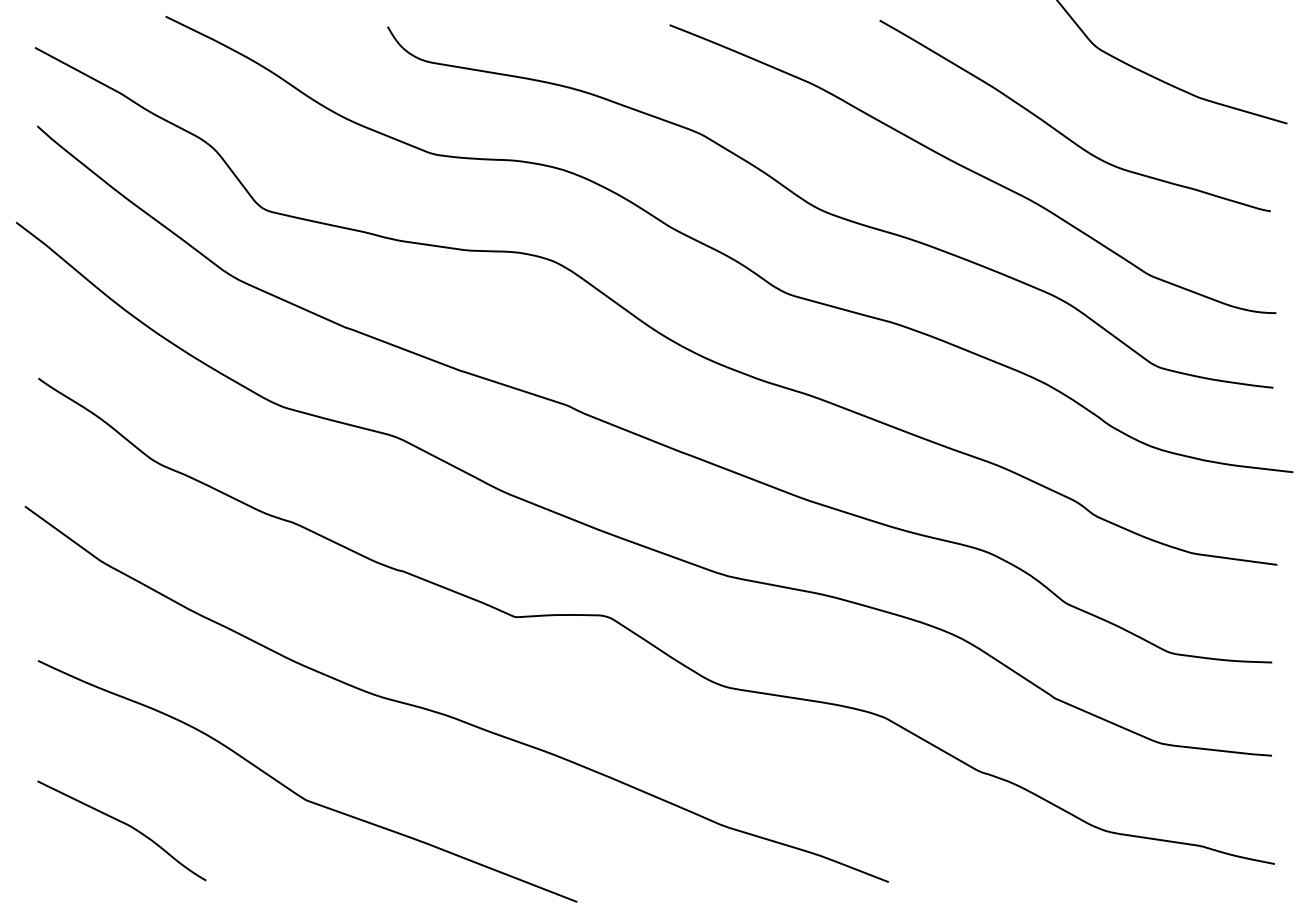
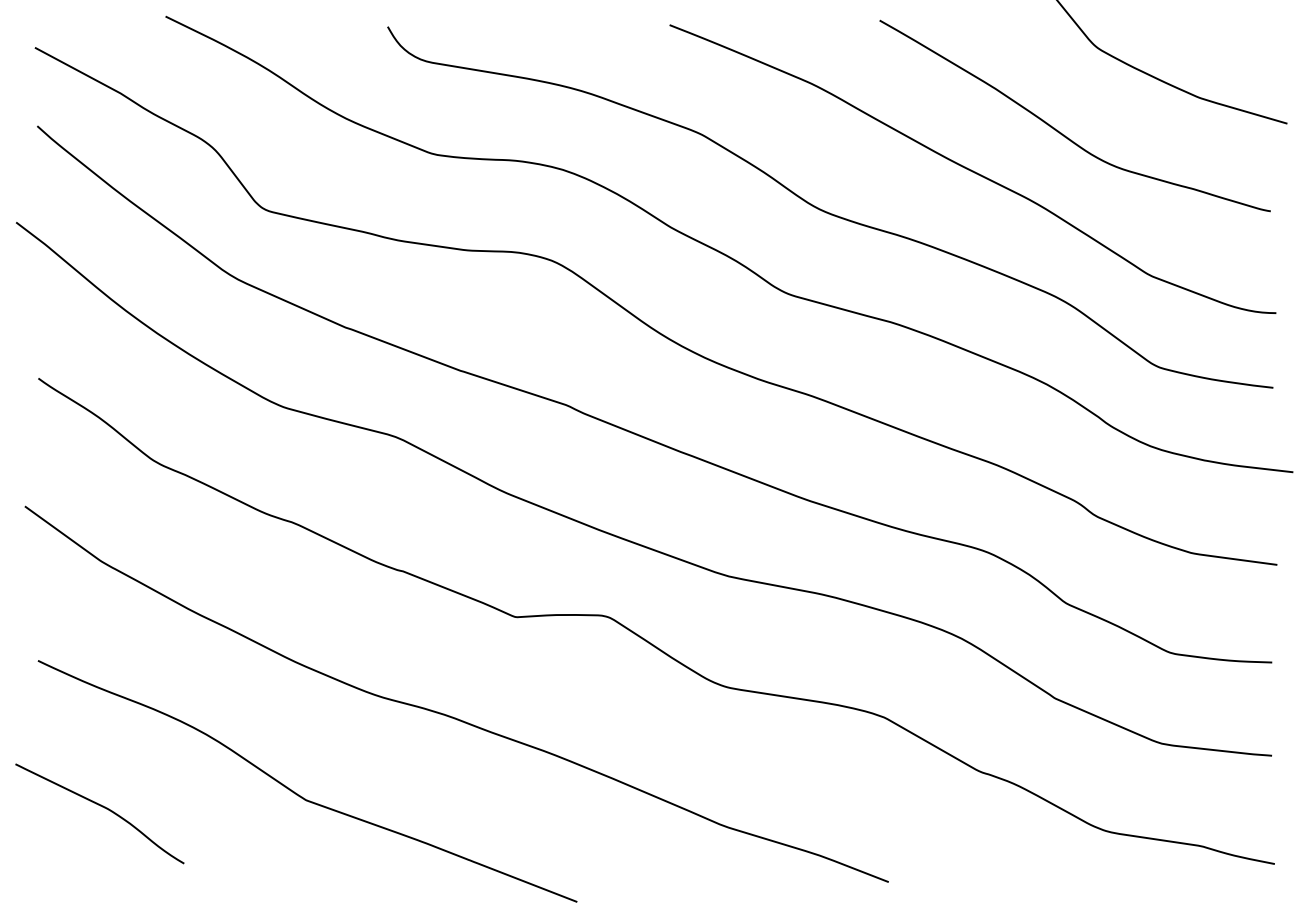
curve at (124, 824) position: (124, 824) -> (102, 807)
